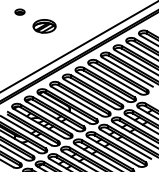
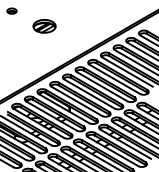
part at (19, 11) position: (19, 11) -> (11, 10)
line at (78, 46): present -> none
